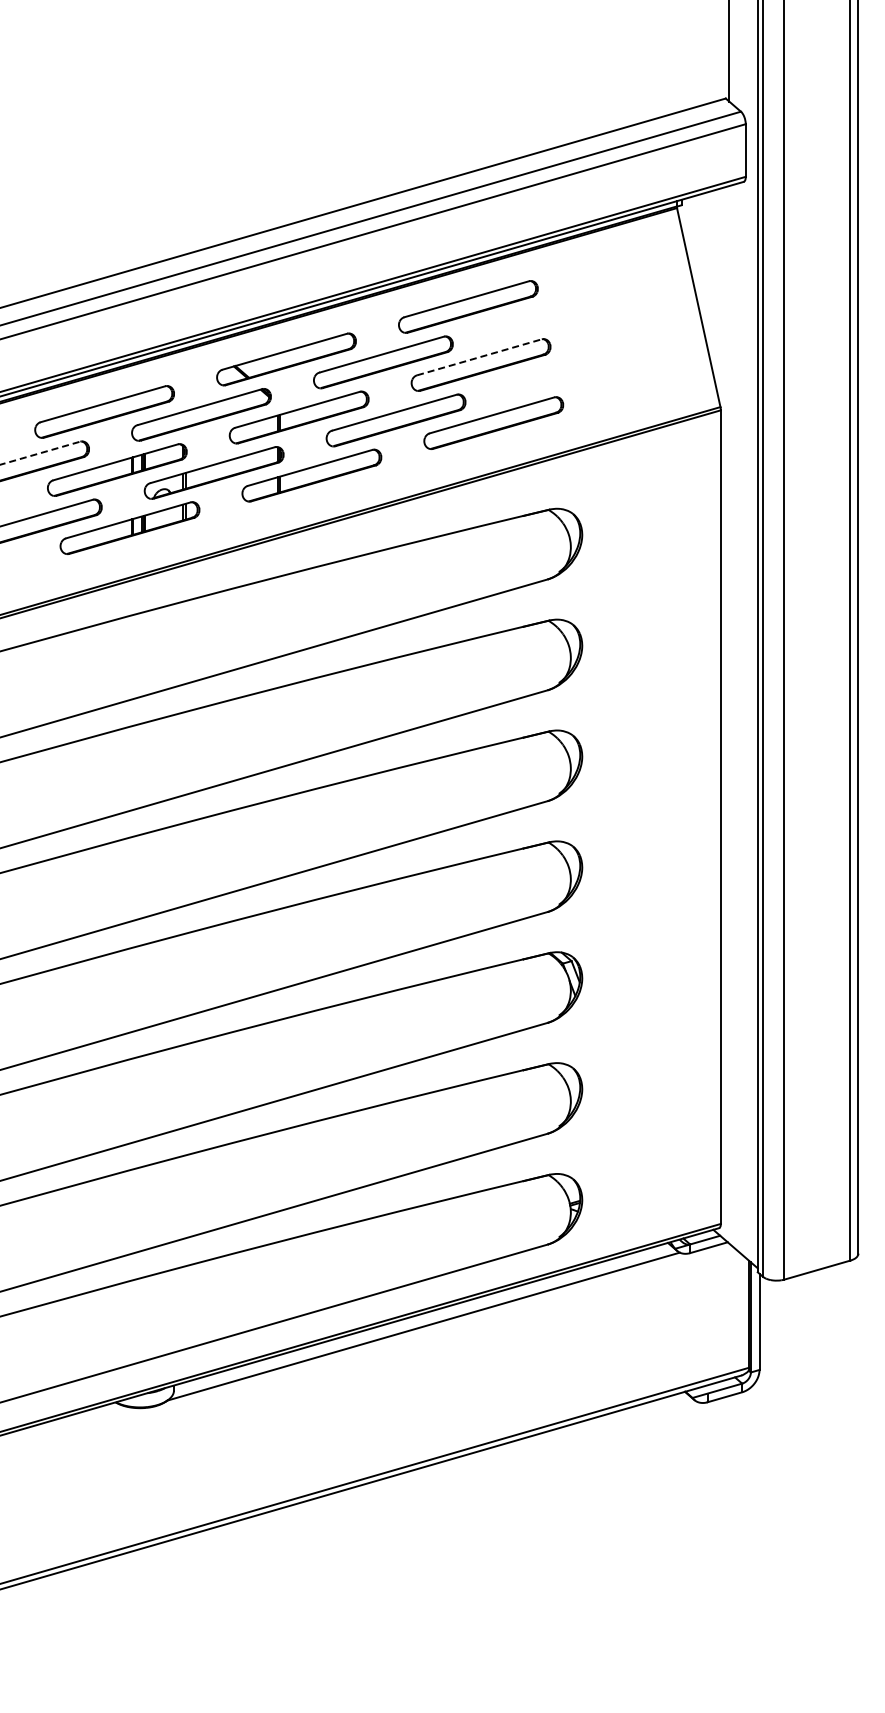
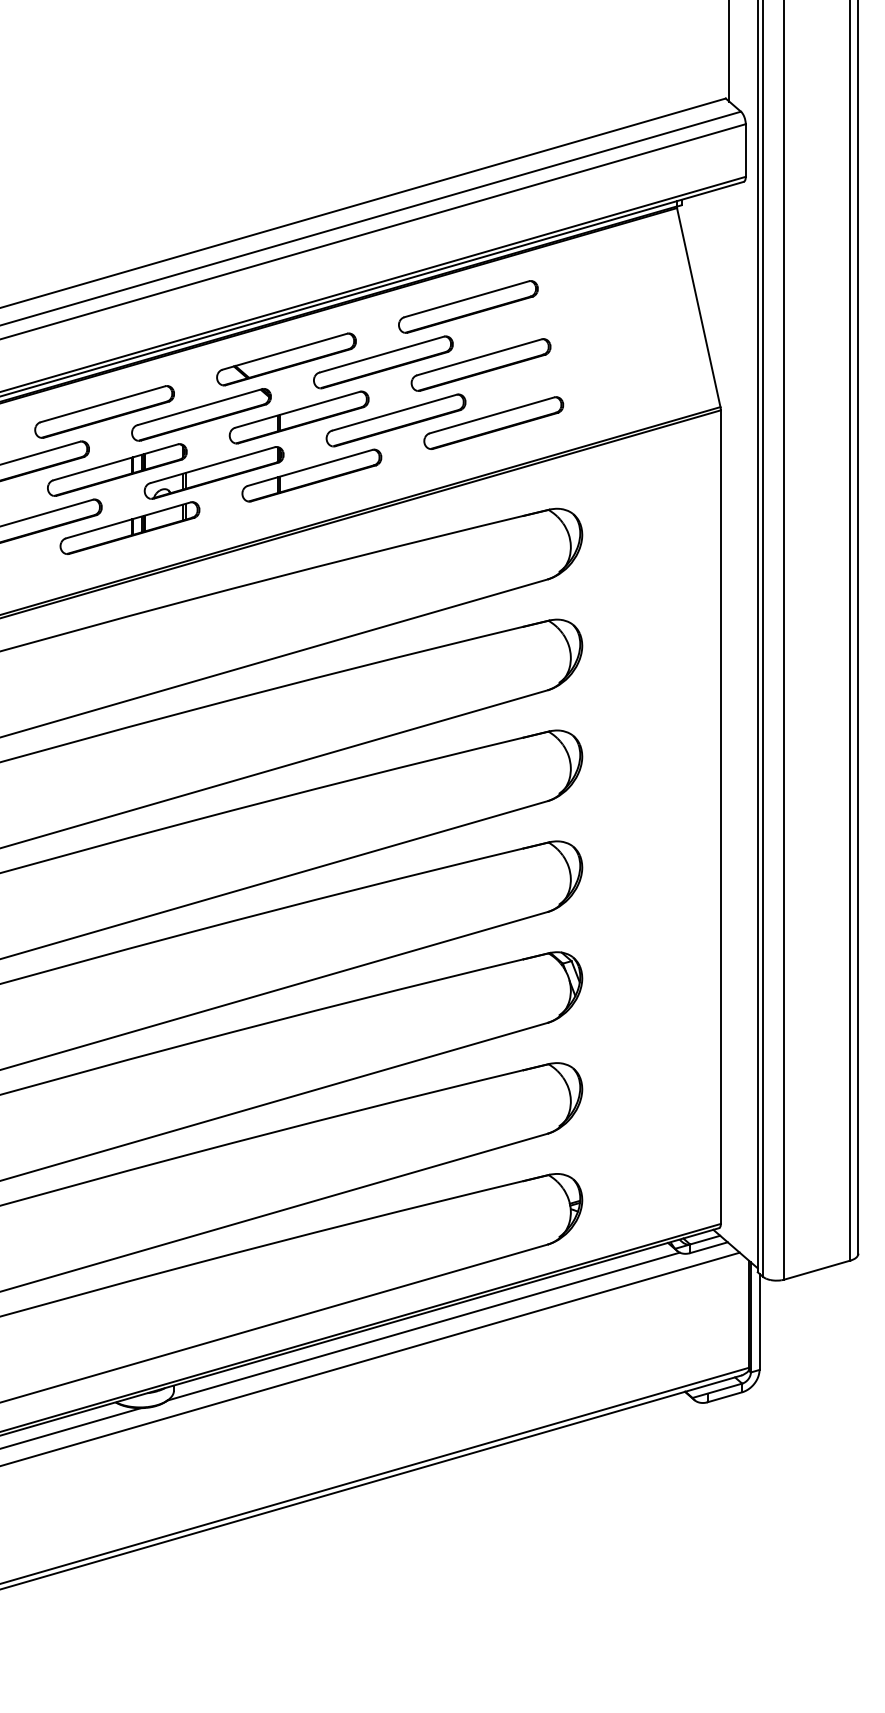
line at (479, 357): dashed -> solid
line at (40, 453): dashed -> solid
line at (370, 1358): none -> present
line at (71, 1428): none -> present
